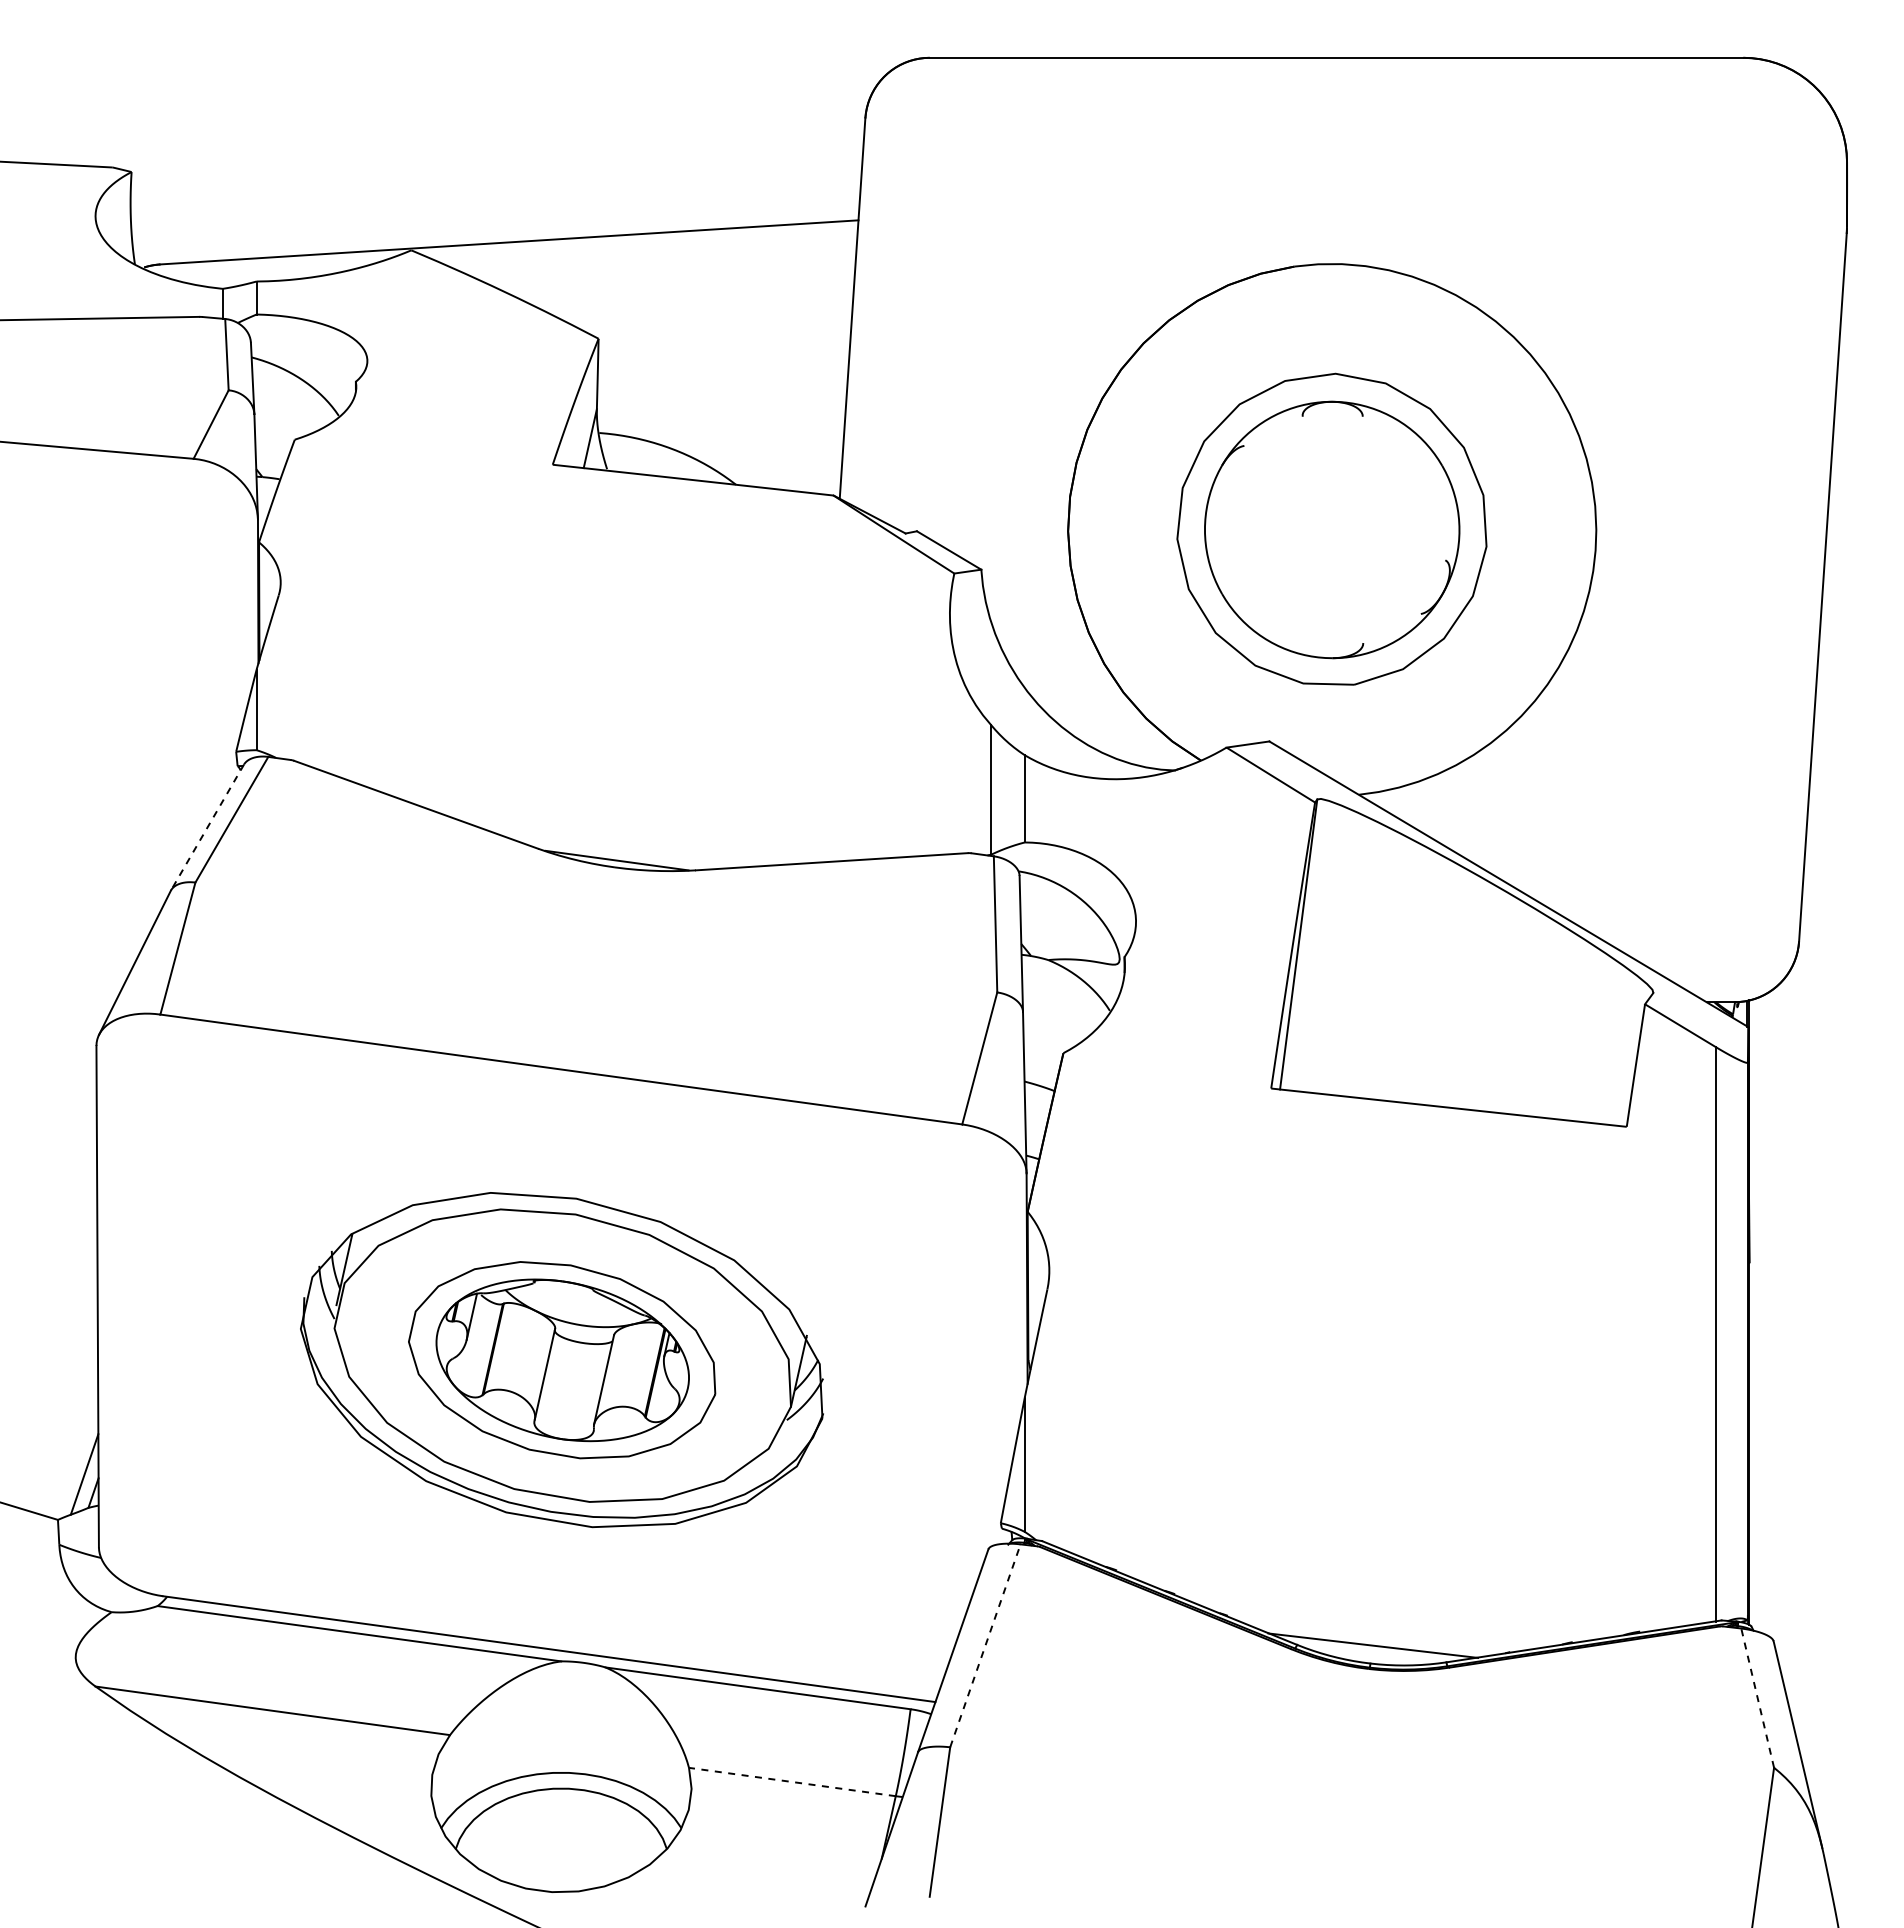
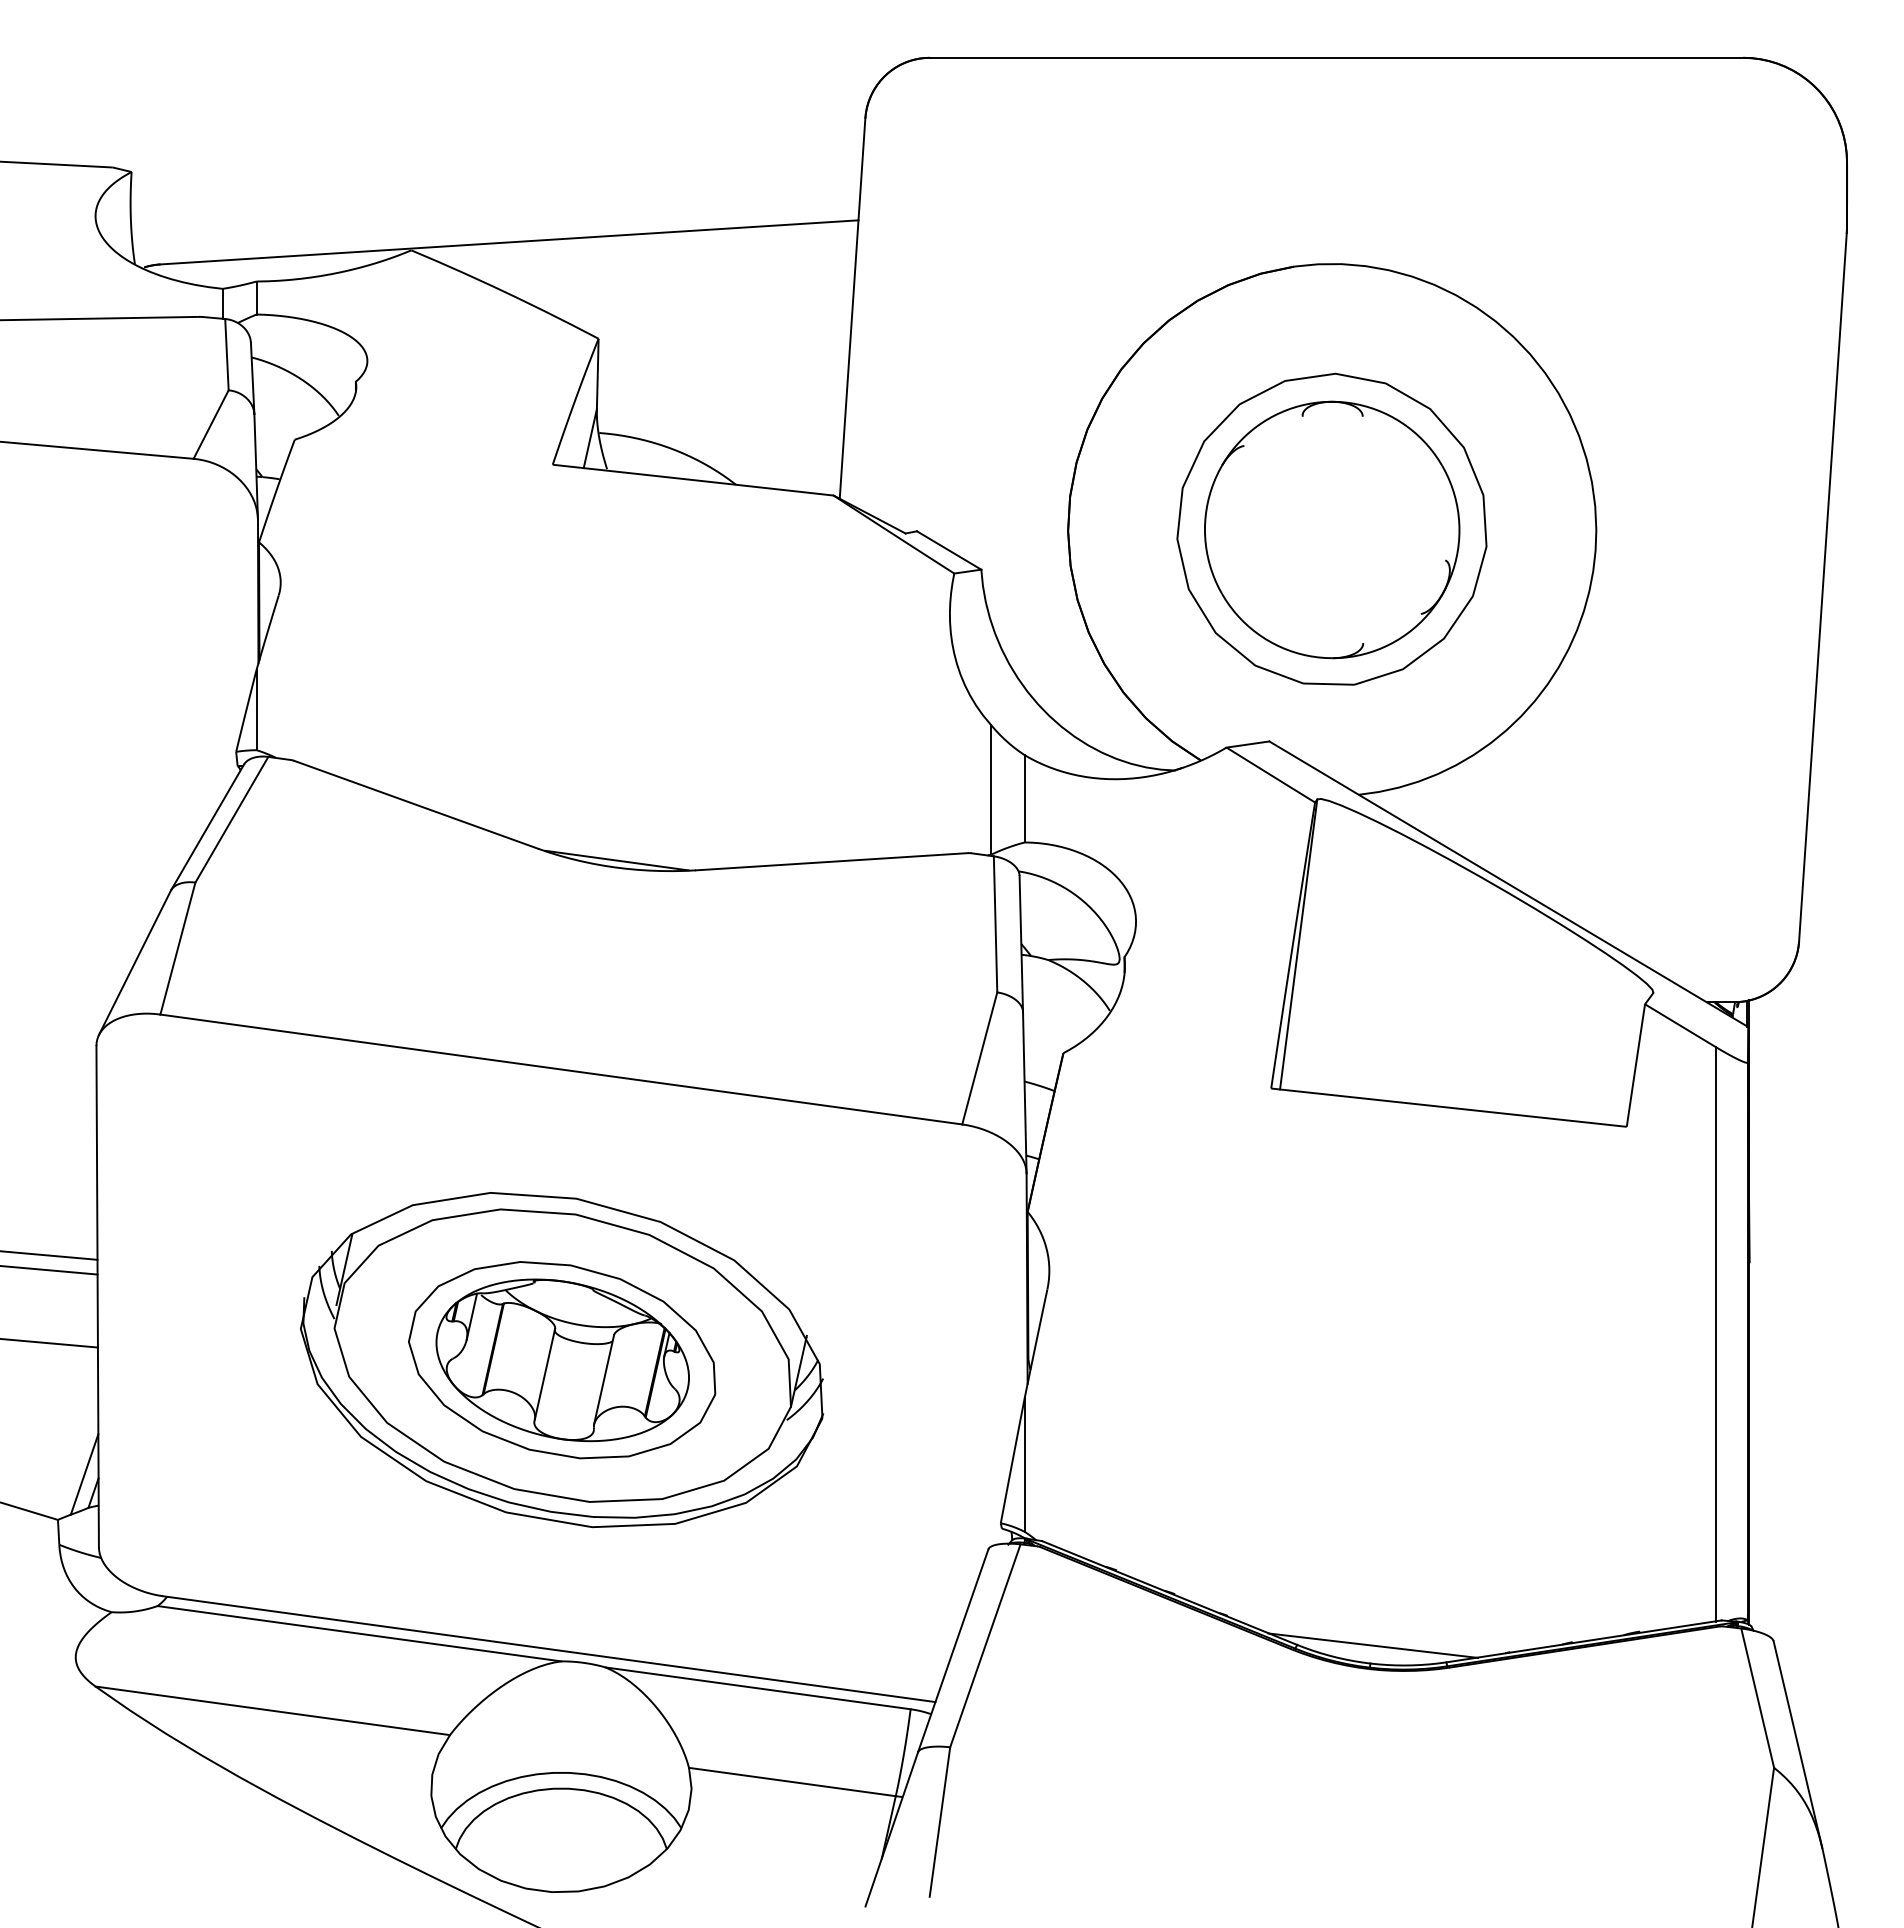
line at (207, 827): dashed -> solid
line at (49, 1255): none -> present
line at (49, 1270): none -> present
line at (49, 1343): none -> present
line at (985, 1645): dashed -> solid
line at (1757, 1698): dashed -> solid
line at (791, 1781): dashed -> solid
